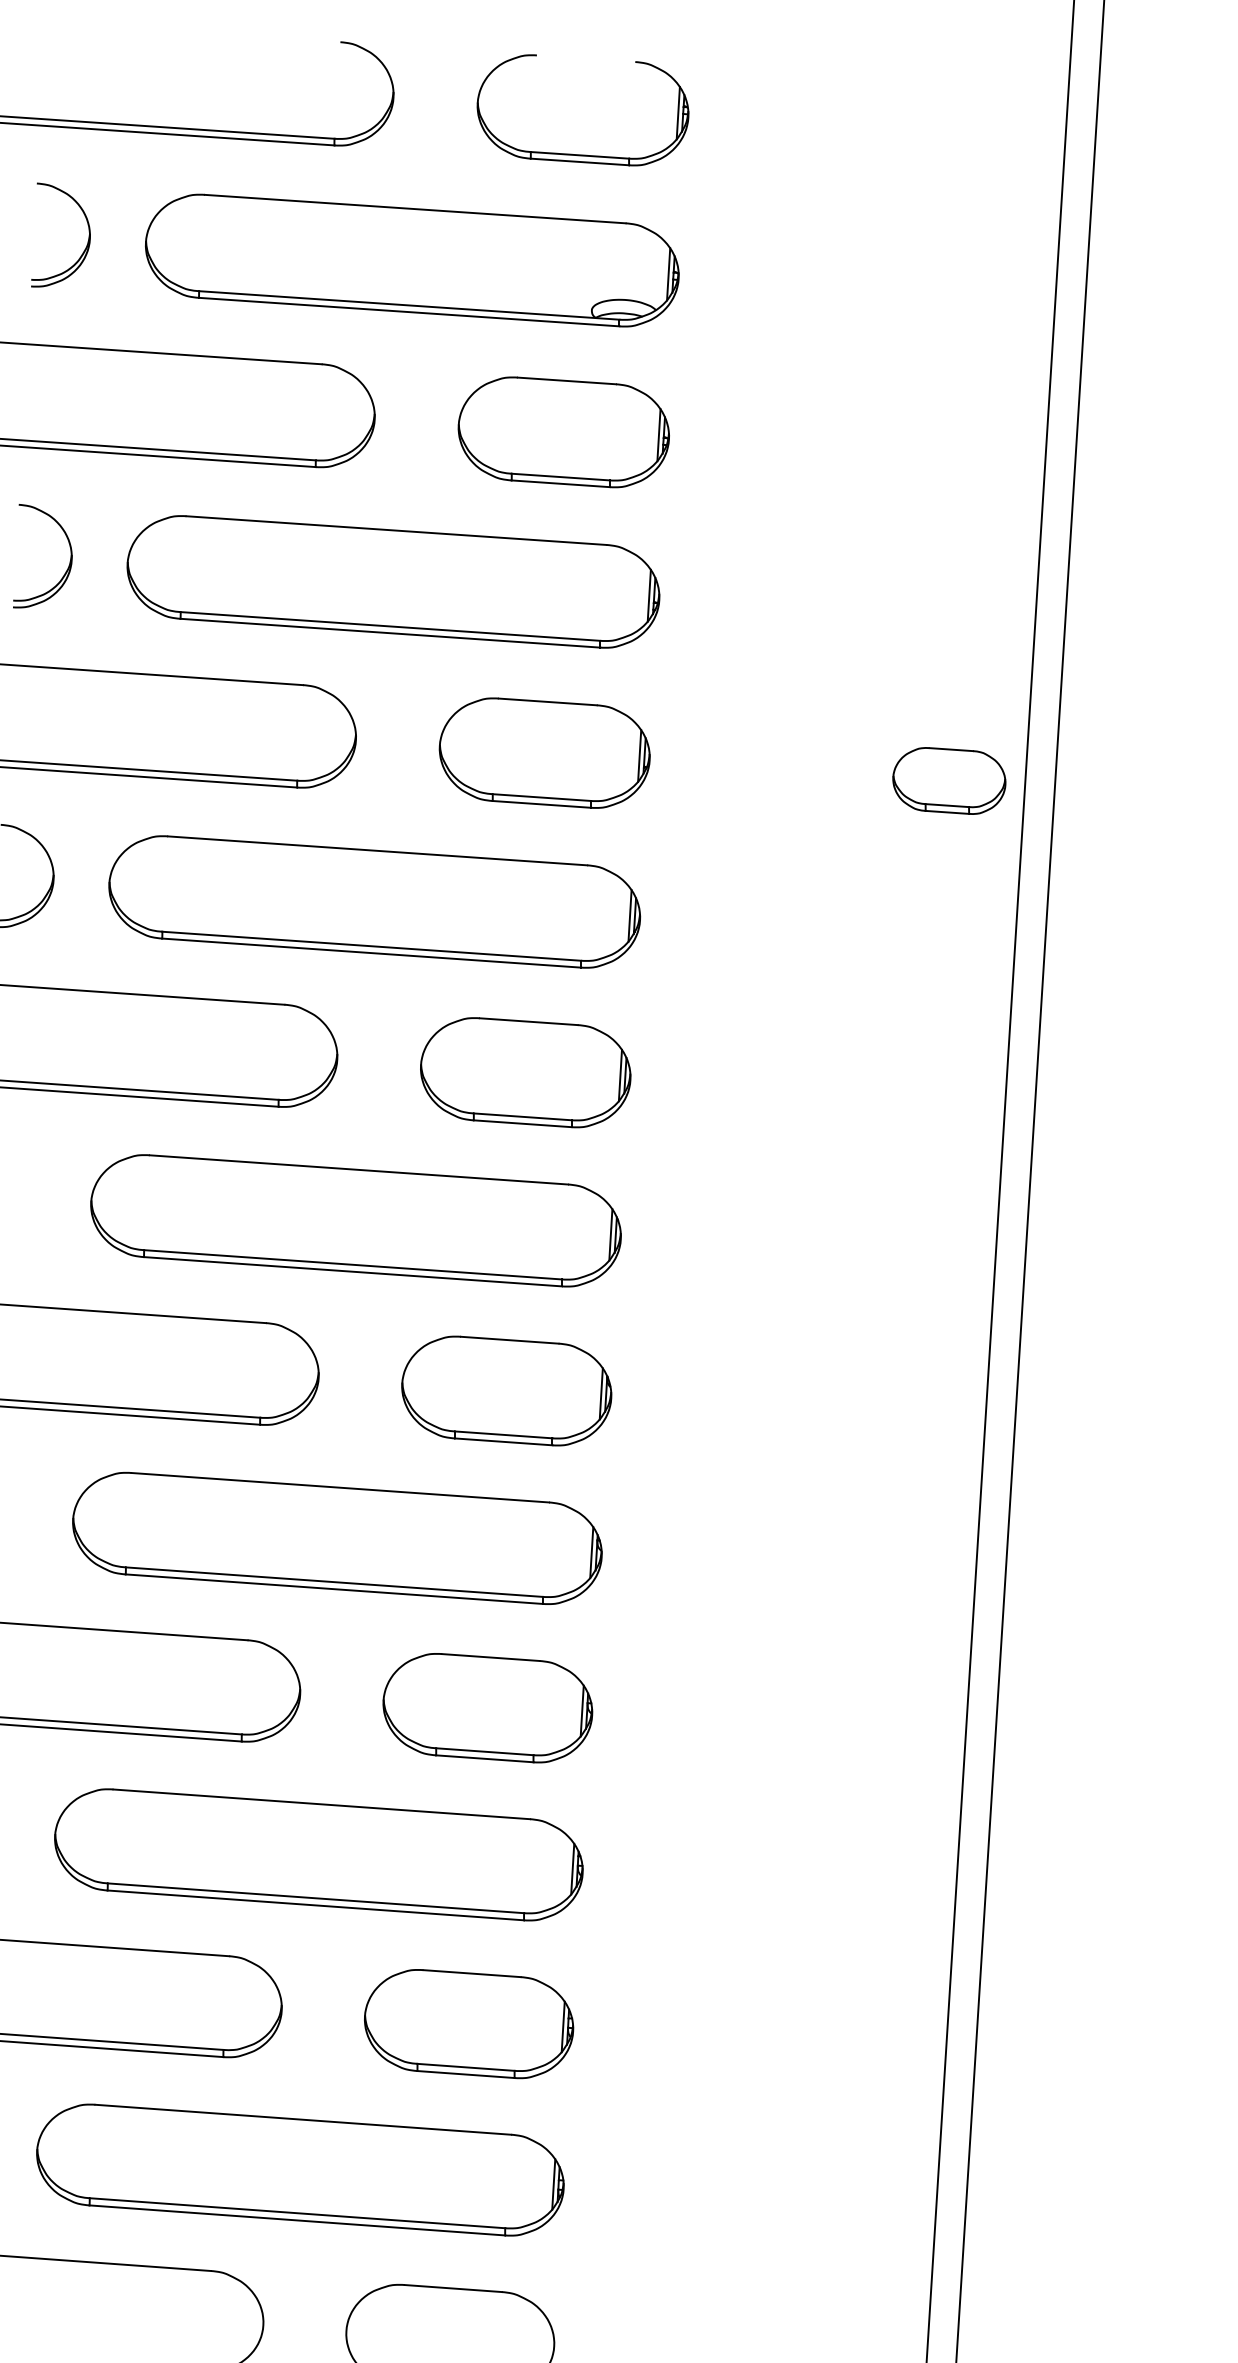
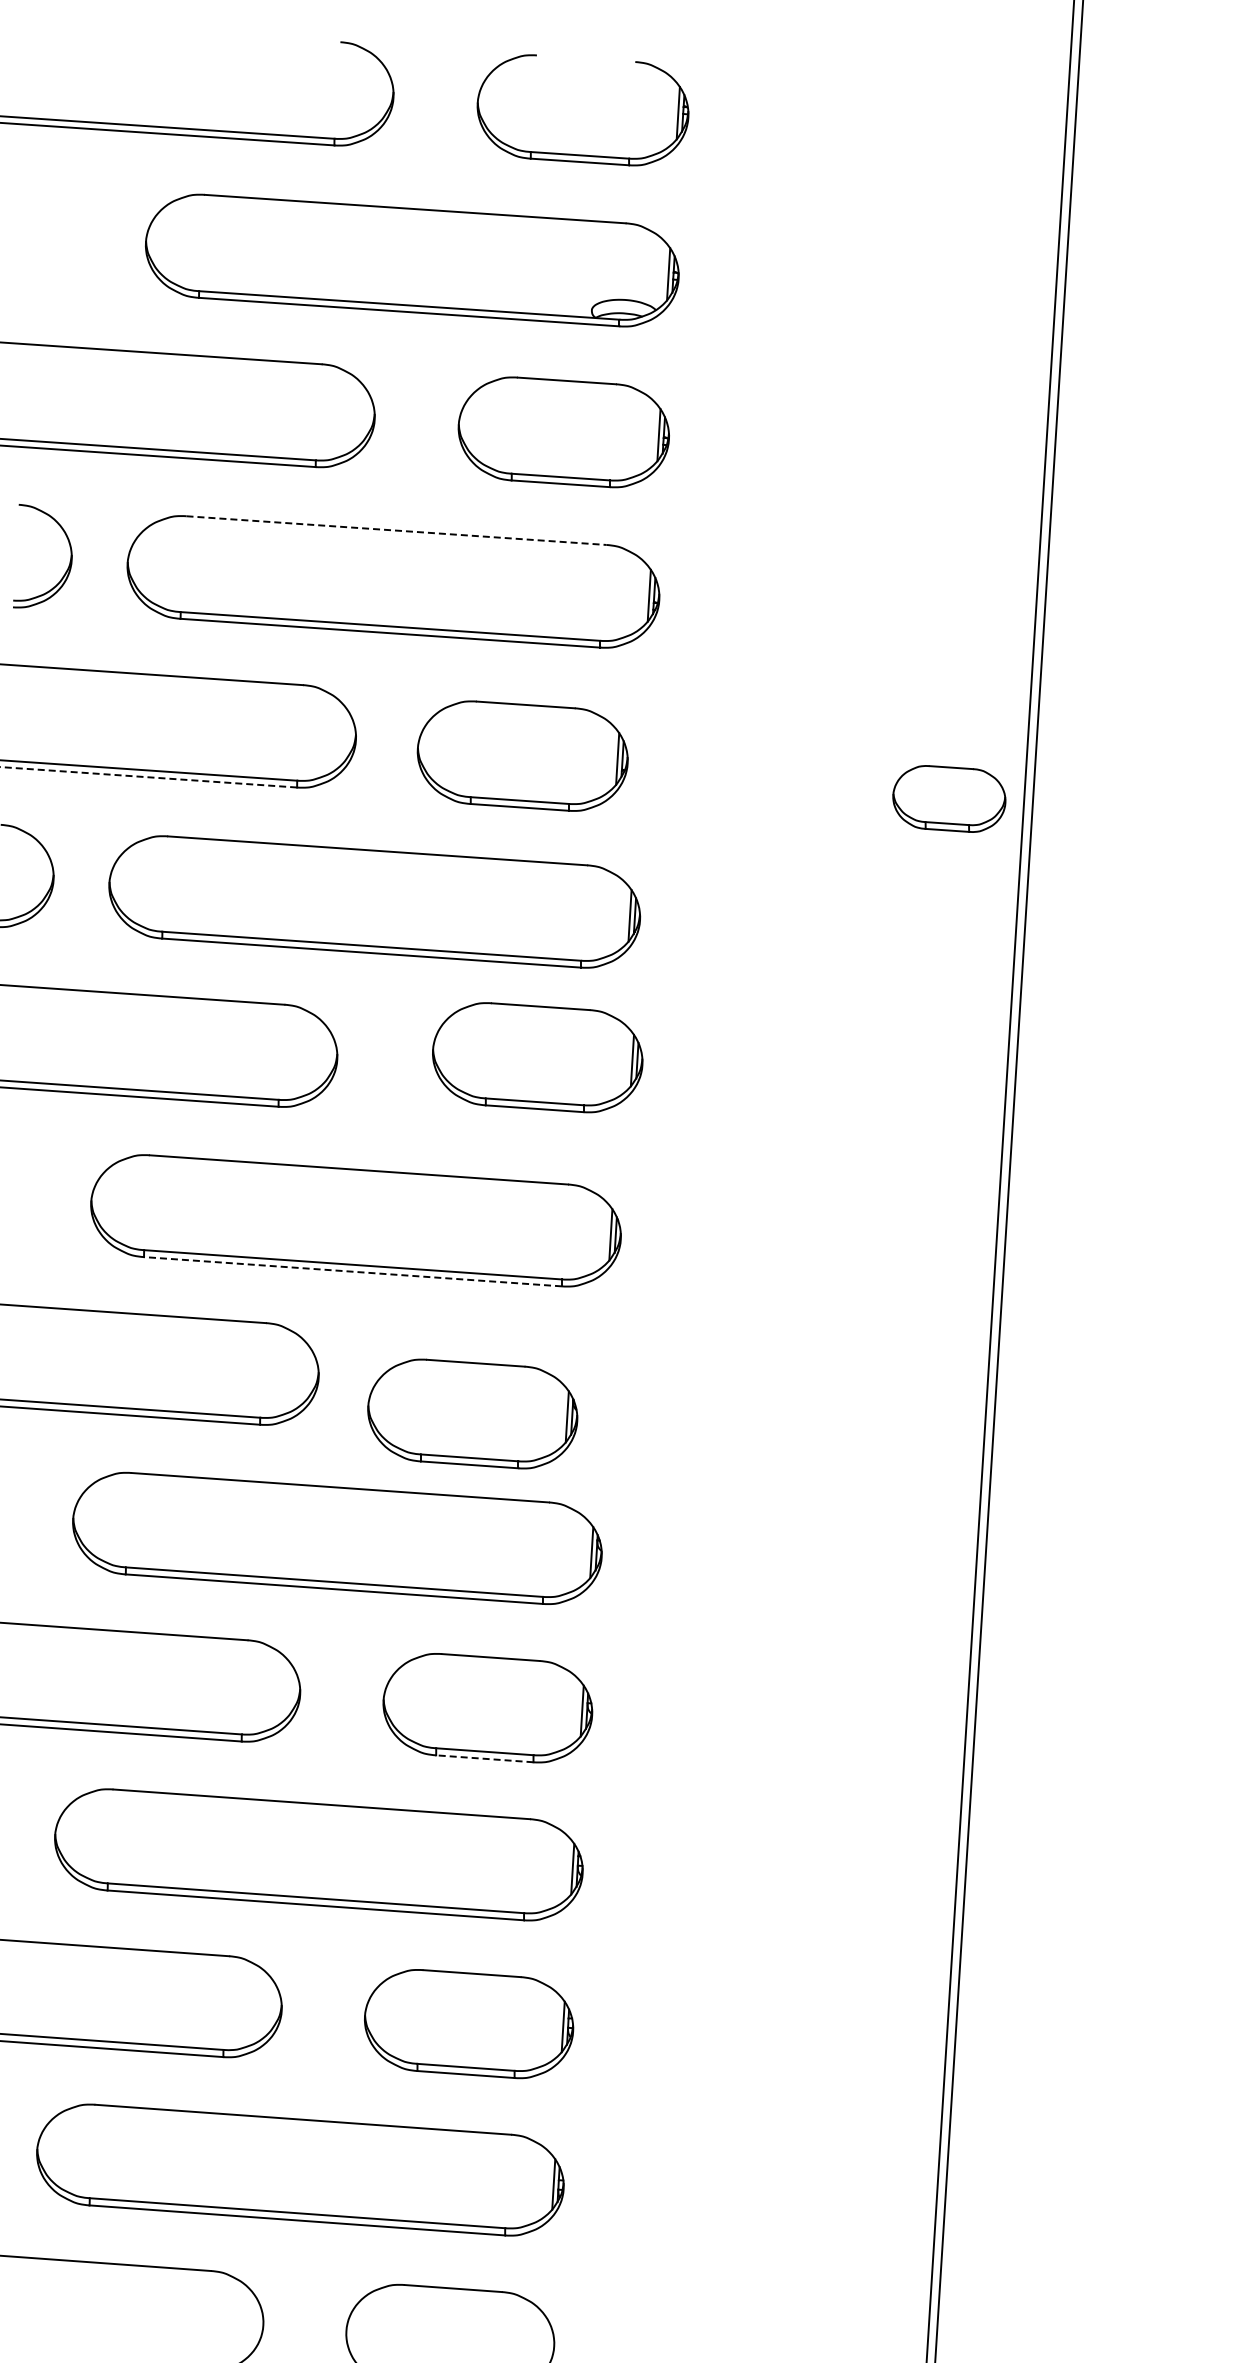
part at (87, 241): present -> none
line at (396, 530): solid -> dashed
part at (544, 752) position: (544, 752) -> (522, 755)
line at (148, 777): solid -> dashed
part at (949, 780) position: (949, 780) -> (949, 798)
part at (525, 1072) position: (525, 1072) -> (537, 1057)
line at (1030, 1180) position: (1030, 1180) -> (1009, 1180)
line at (352, 1271): solid -> dashed
part at (506, 1390) position: (506, 1390) -> (472, 1413)
line at (484, 1758): solid -> dashed
